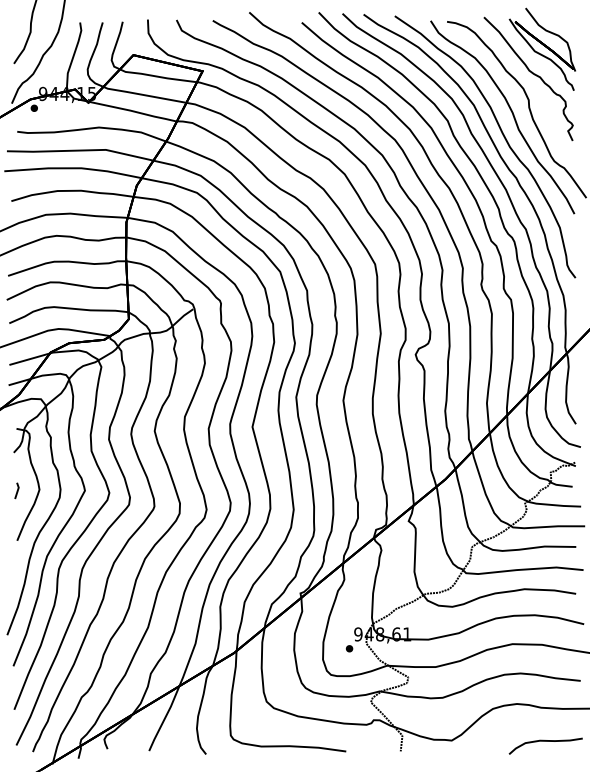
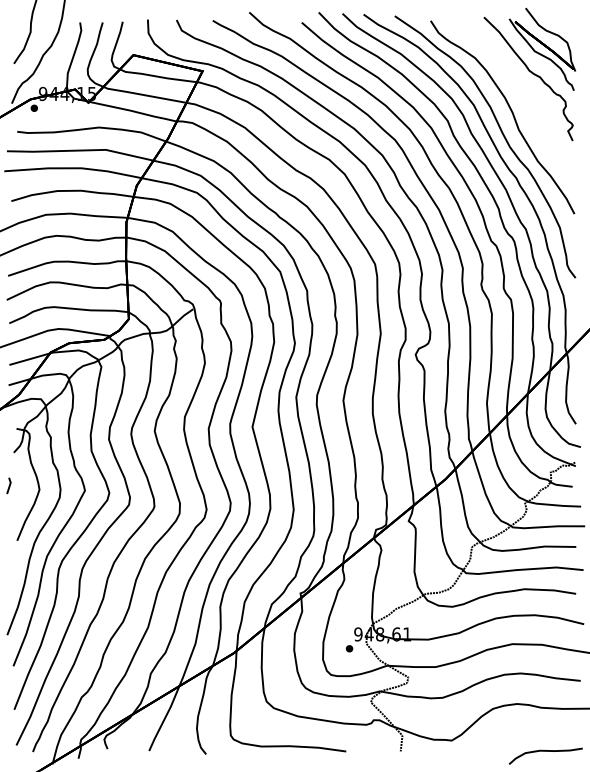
curve at (528, 109): present -> none
line at (16, 490) position: (16, 490) -> (8, 485)
curve at (545, 741) position: (545, 741) -> (545, 751)
